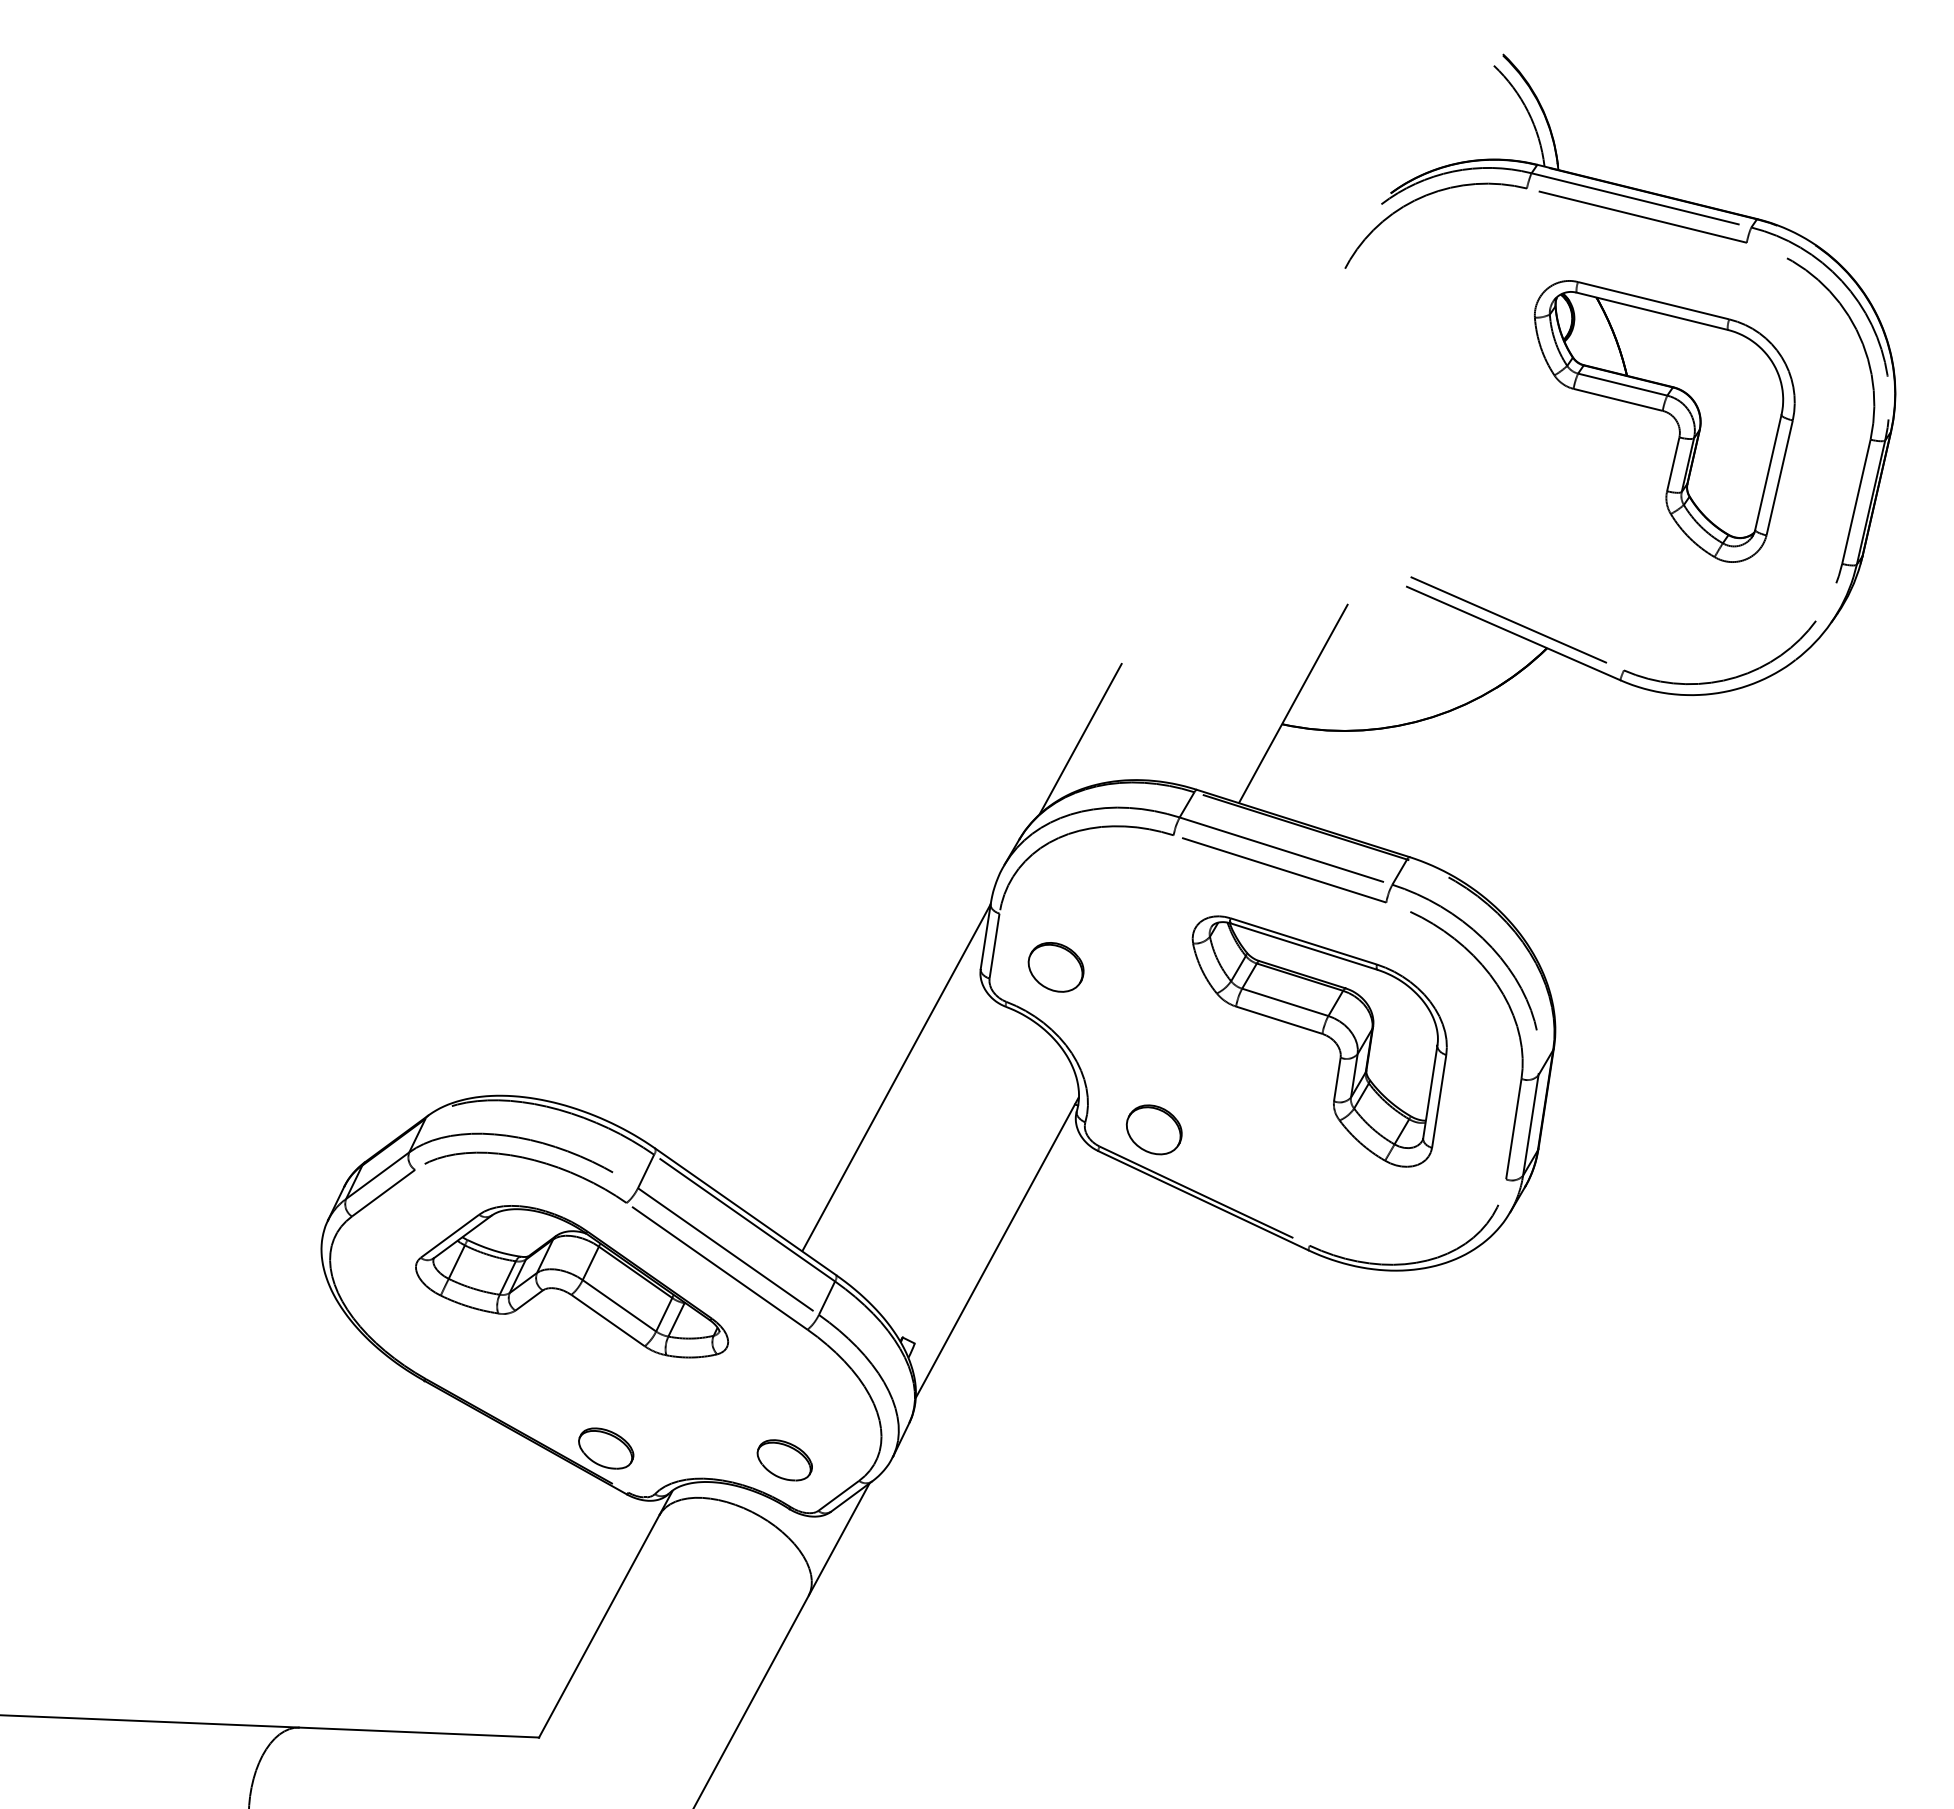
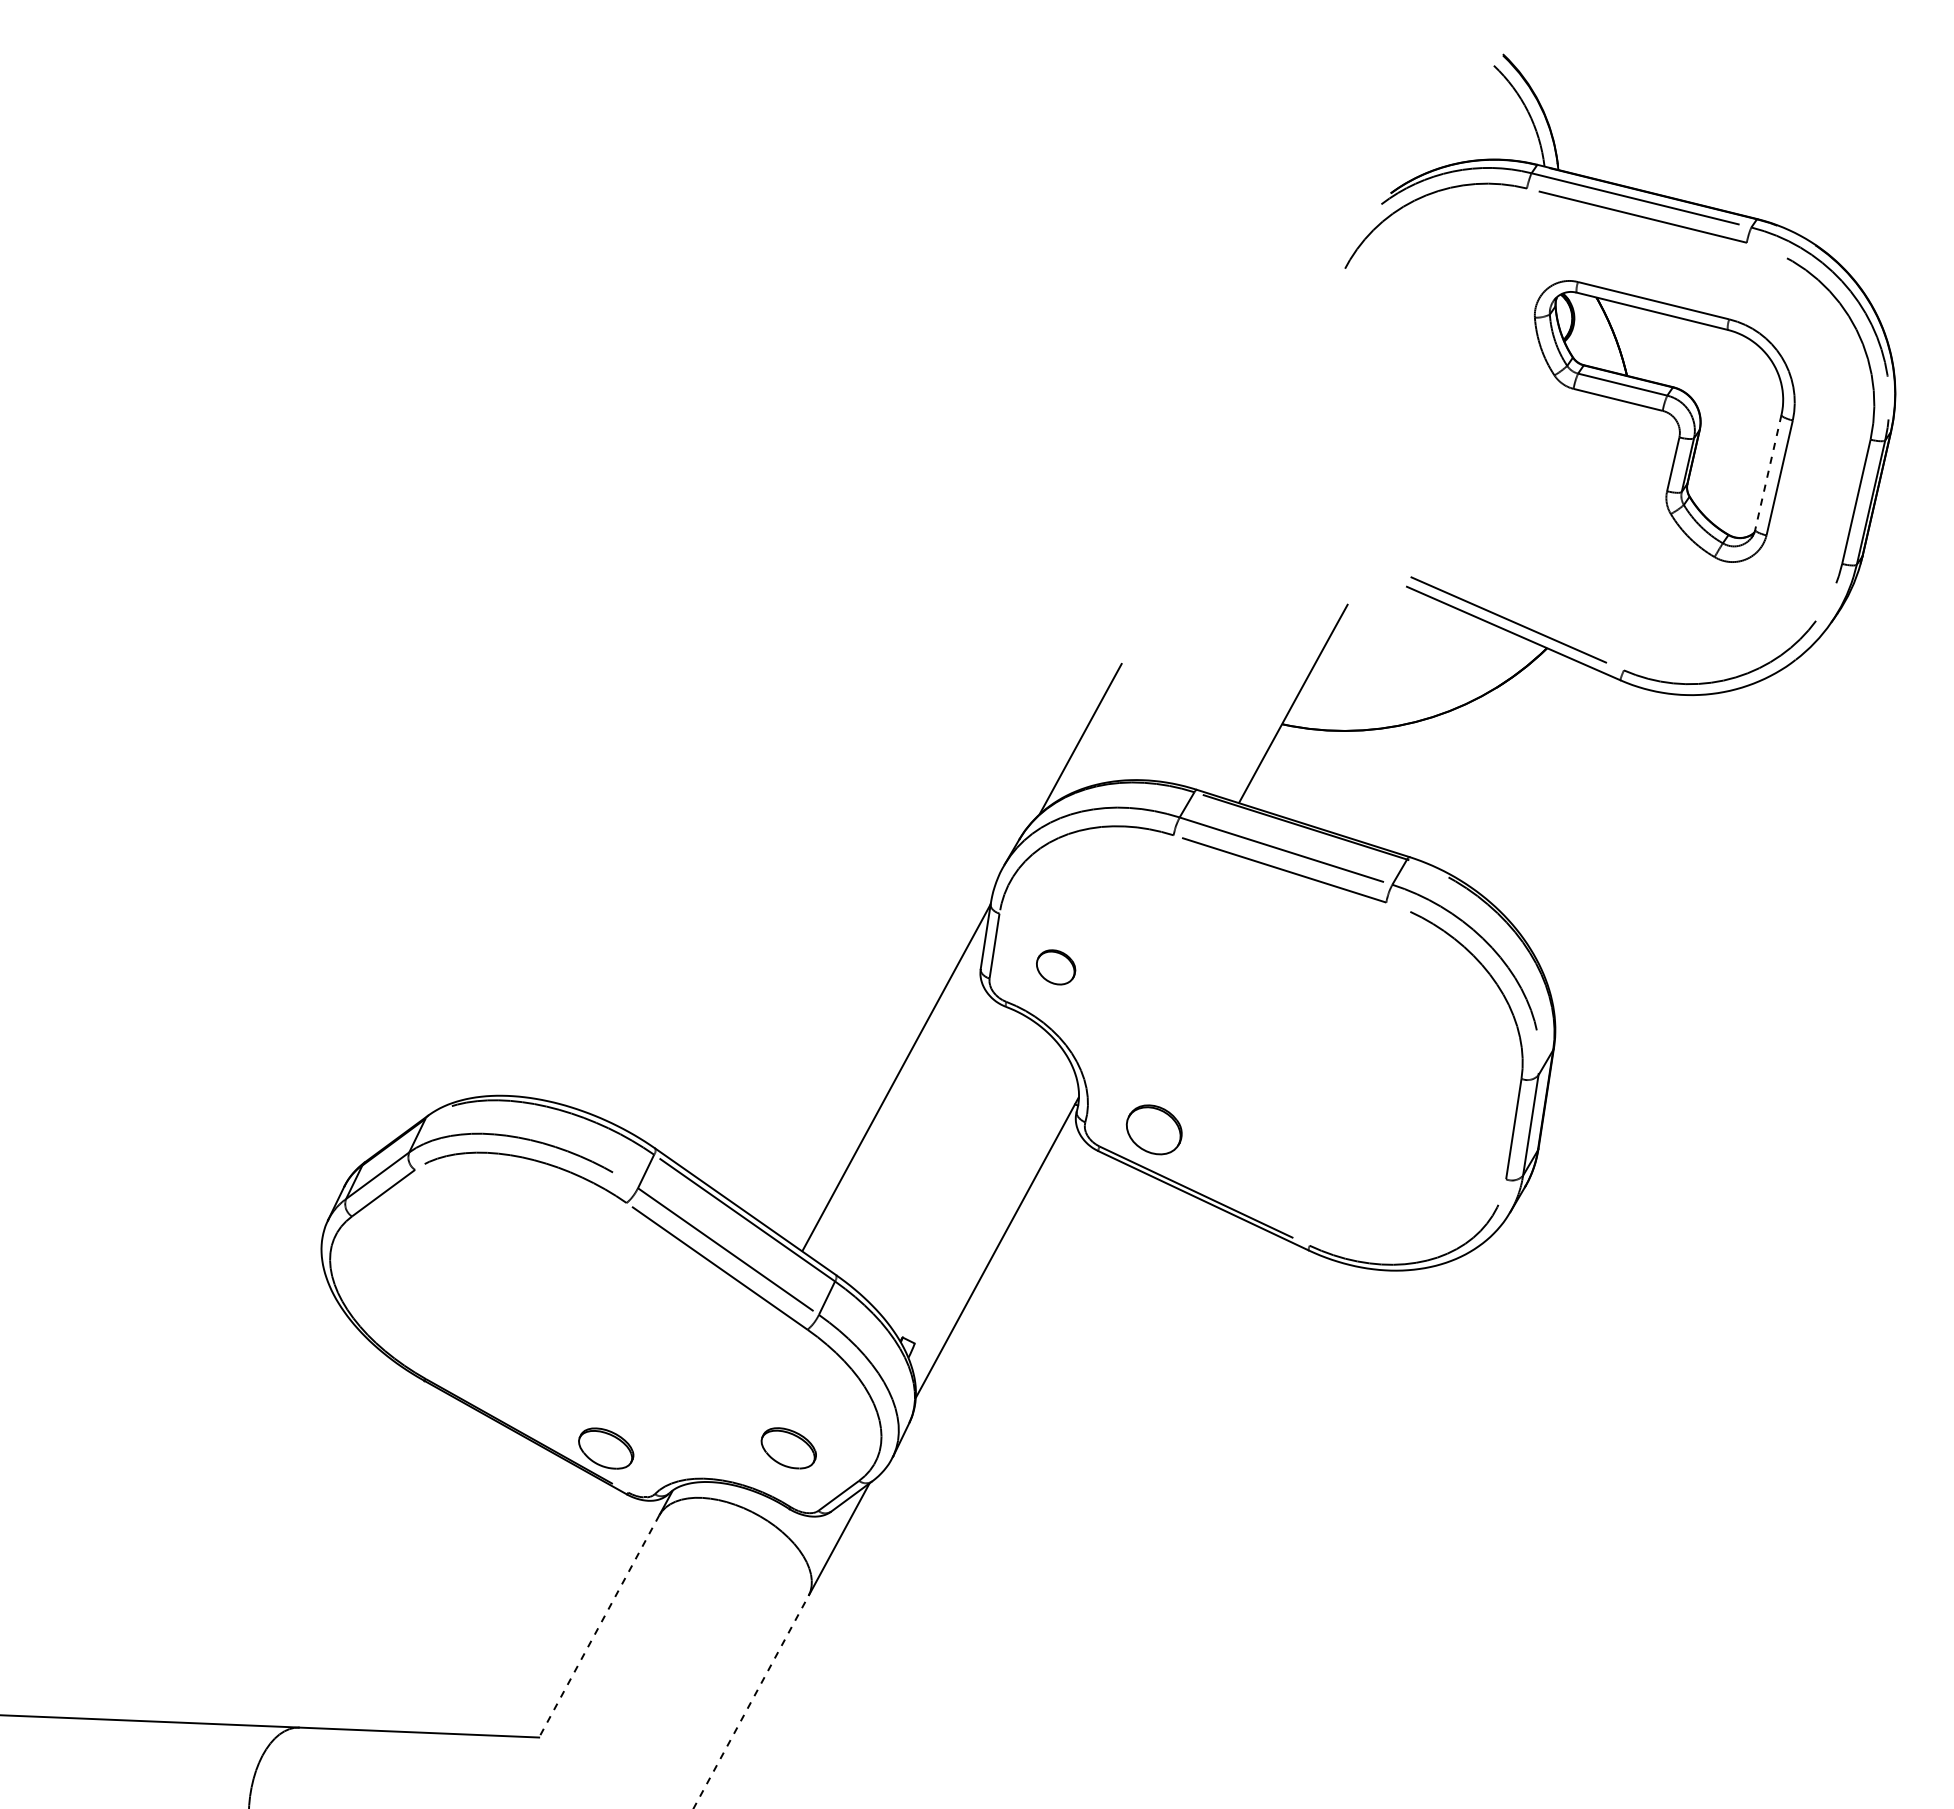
line at (1768, 472): solid -> dashed
part at (1055, 967) size: 58x51 px -> 41x37 px
part at (1320, 1034): present -> none
part at (572, 1281): present -> none
part at (784, 1460) position: (784, 1460) -> (788, 1448)
line at (599, 1626): solid -> dashed
line at (751, 1702): solid -> dashed
